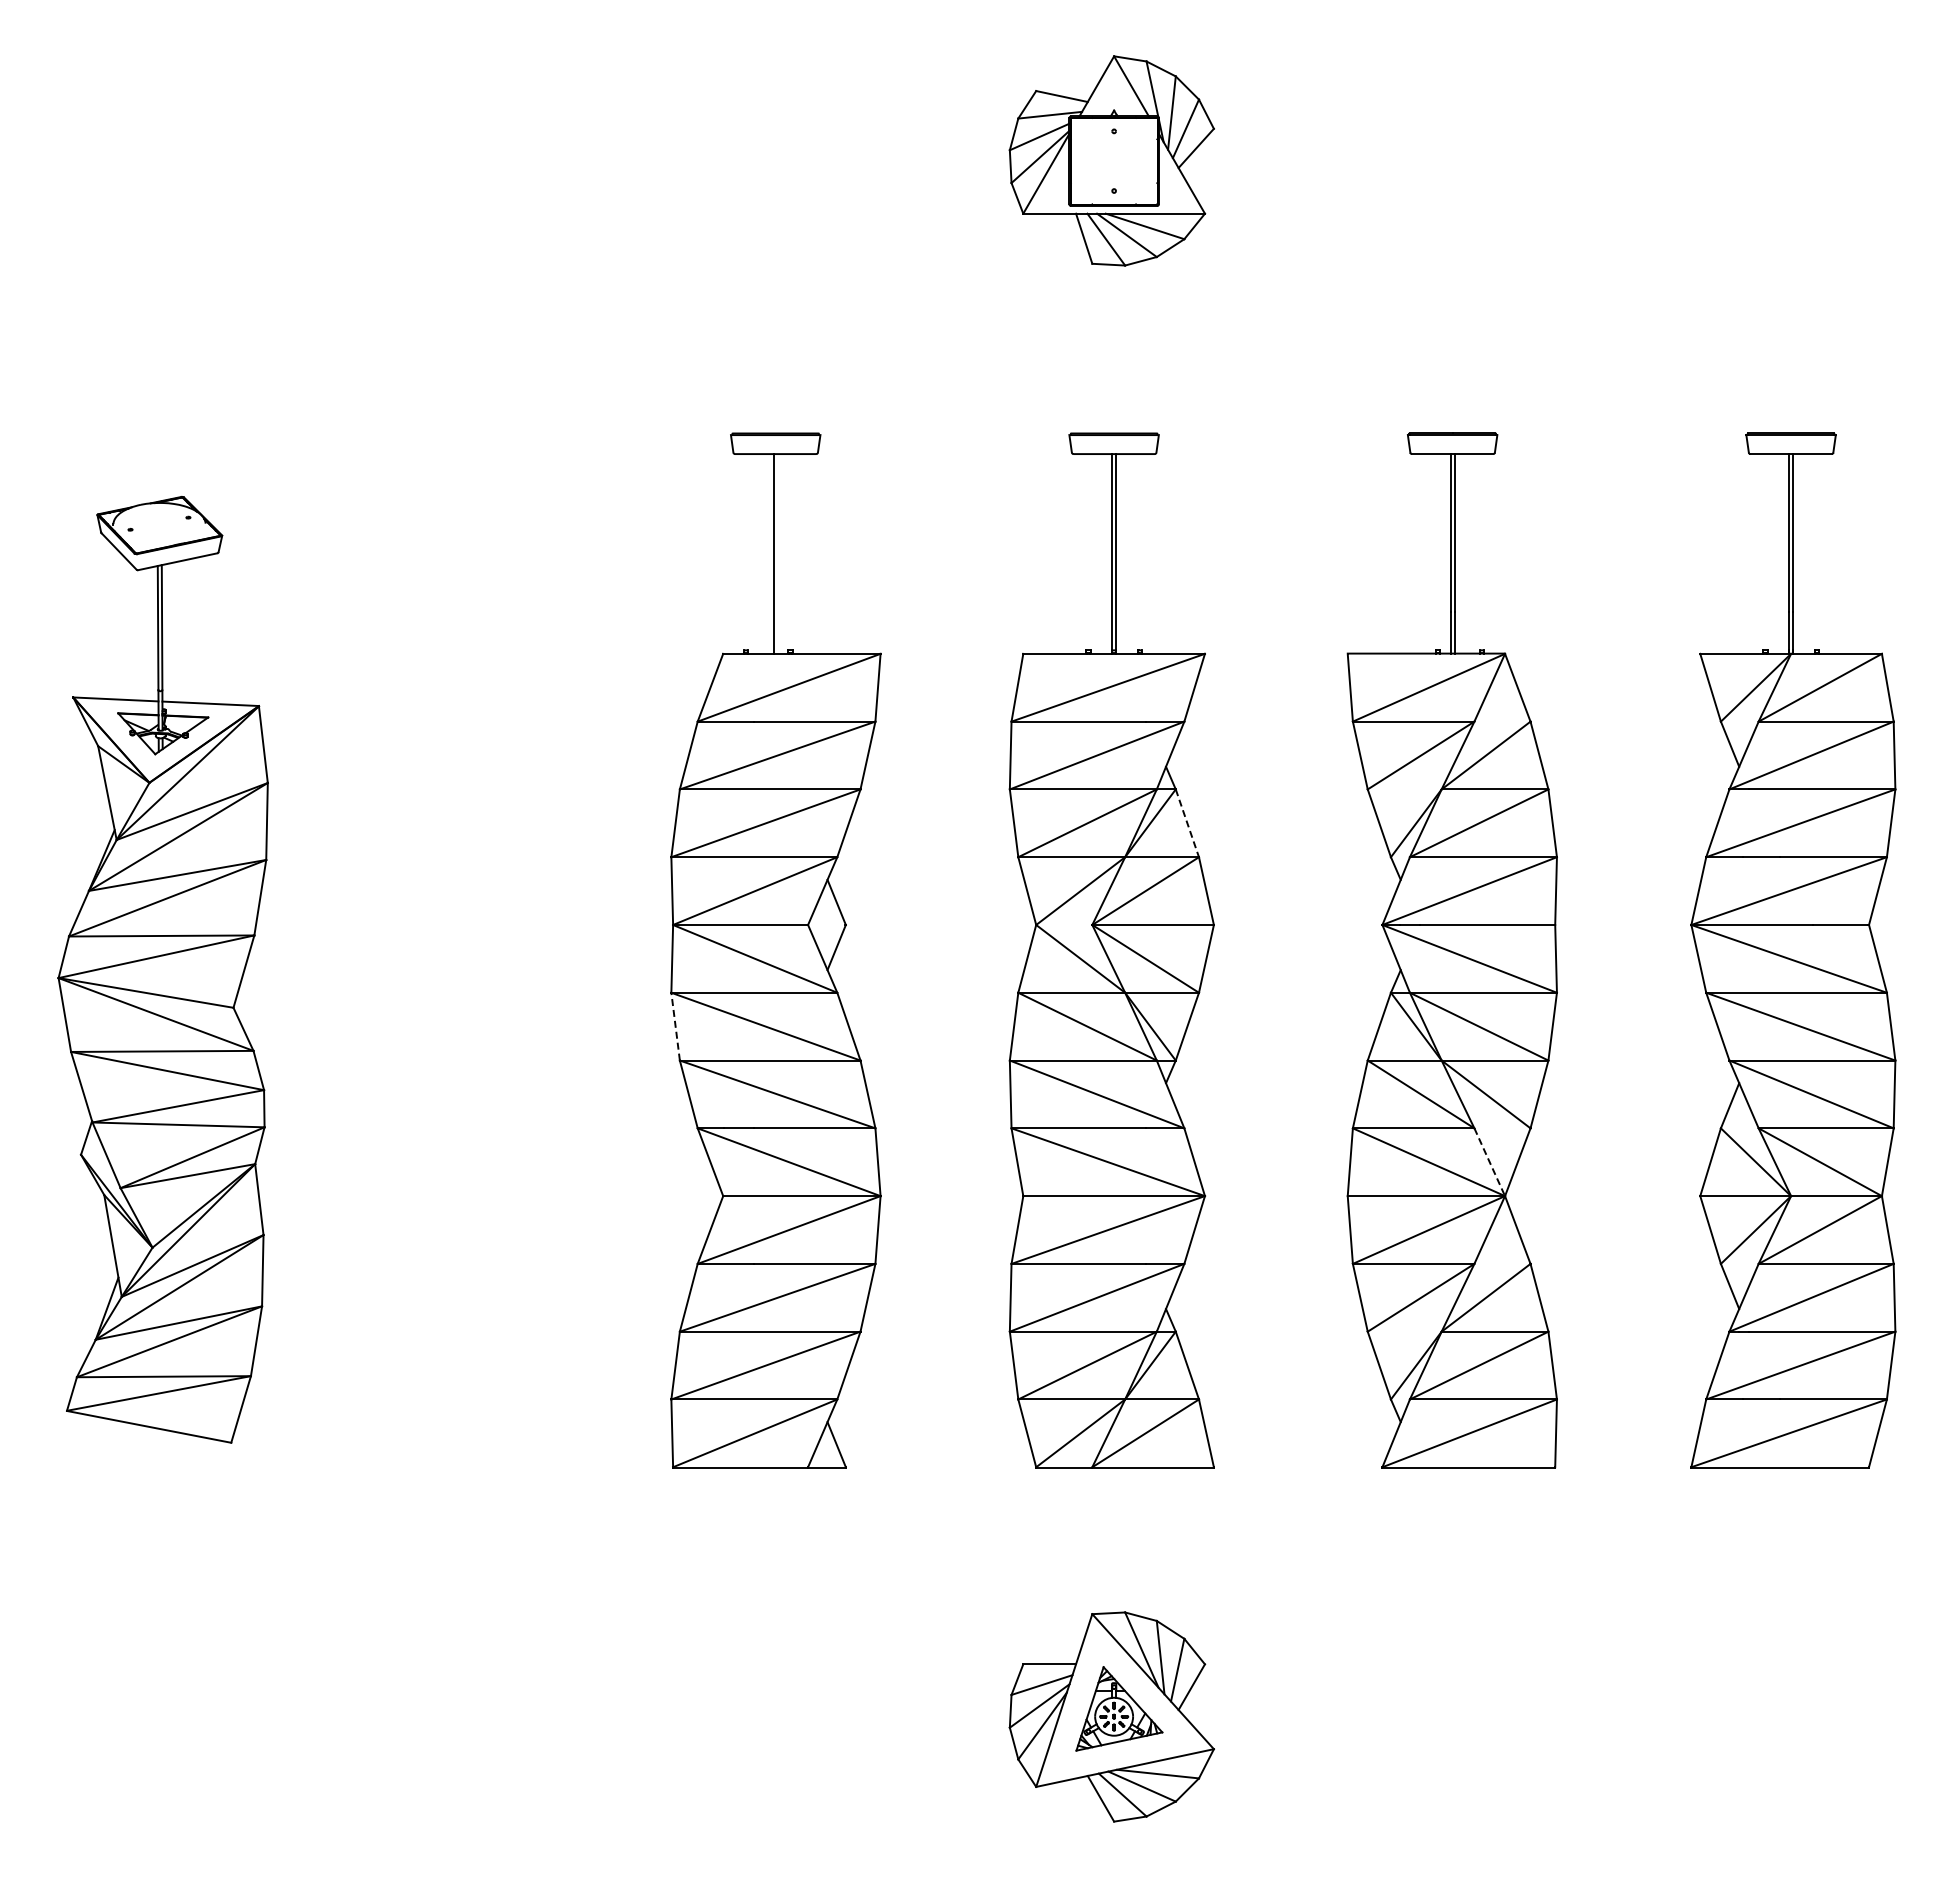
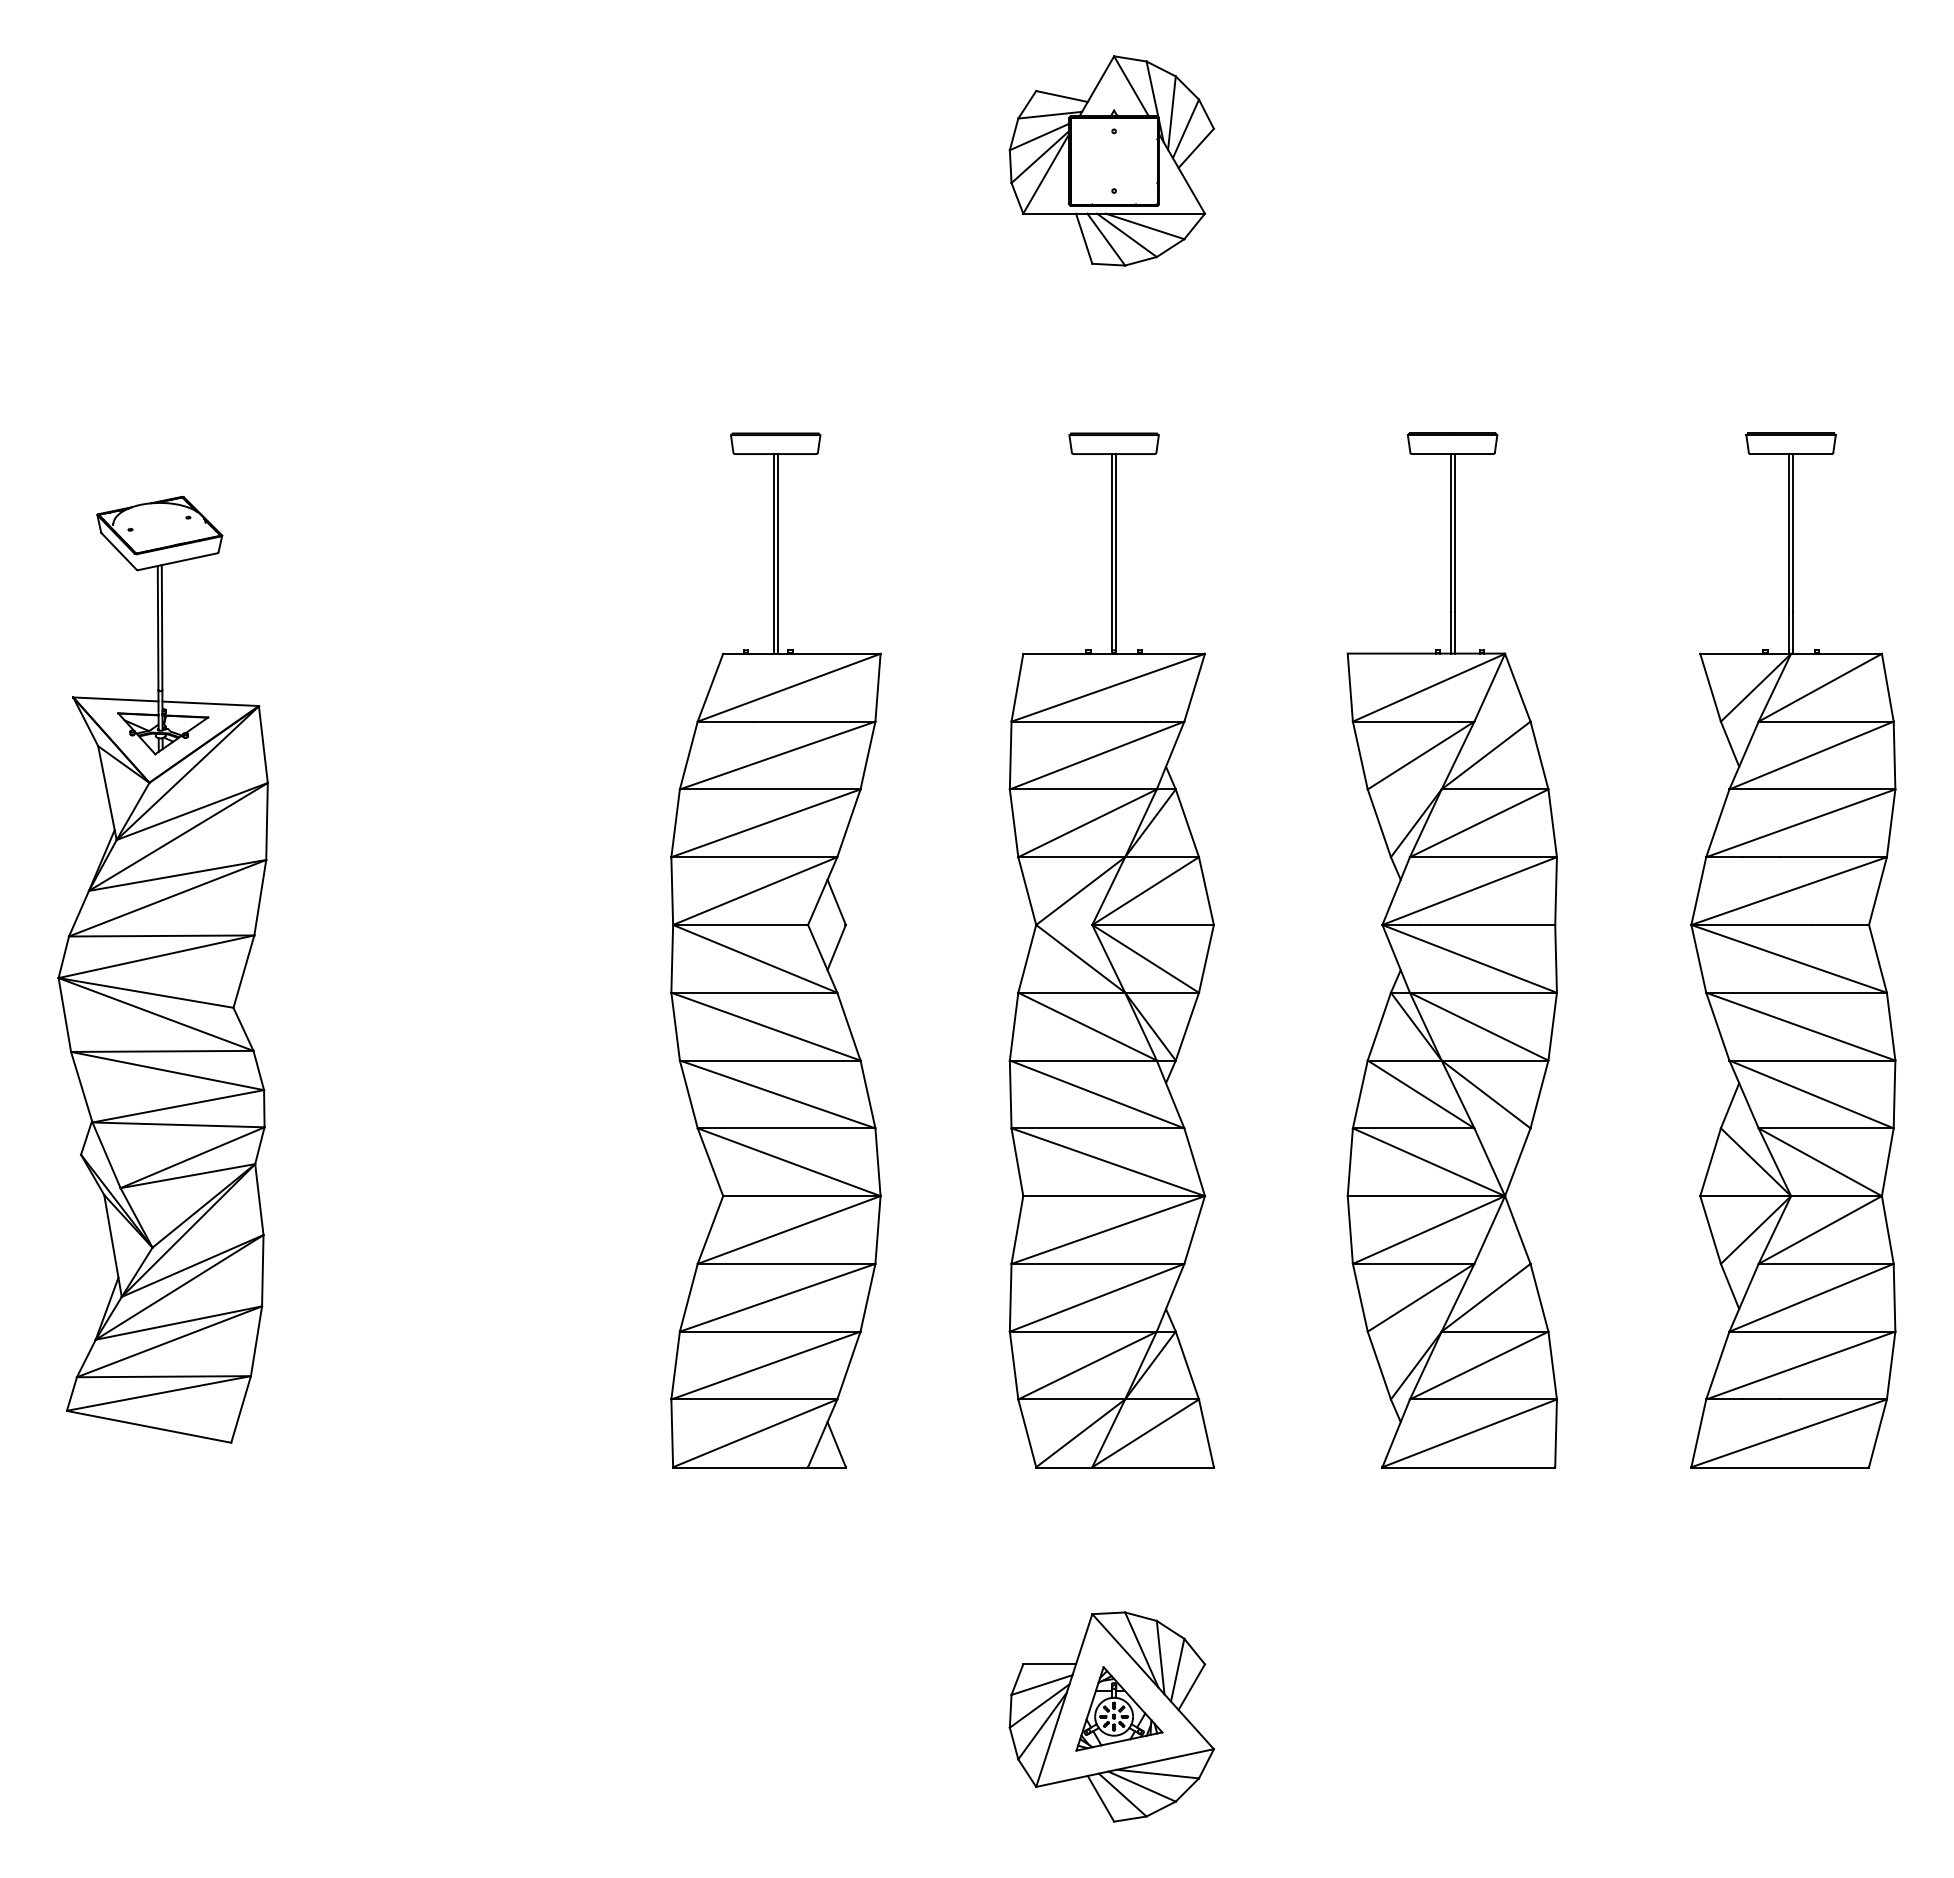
line at (777, 553): none -> present
line at (1187, 823): dashed -> solid
line at (675, 1026): dashed -> solid
line at (1489, 1162): dashed -> solid
